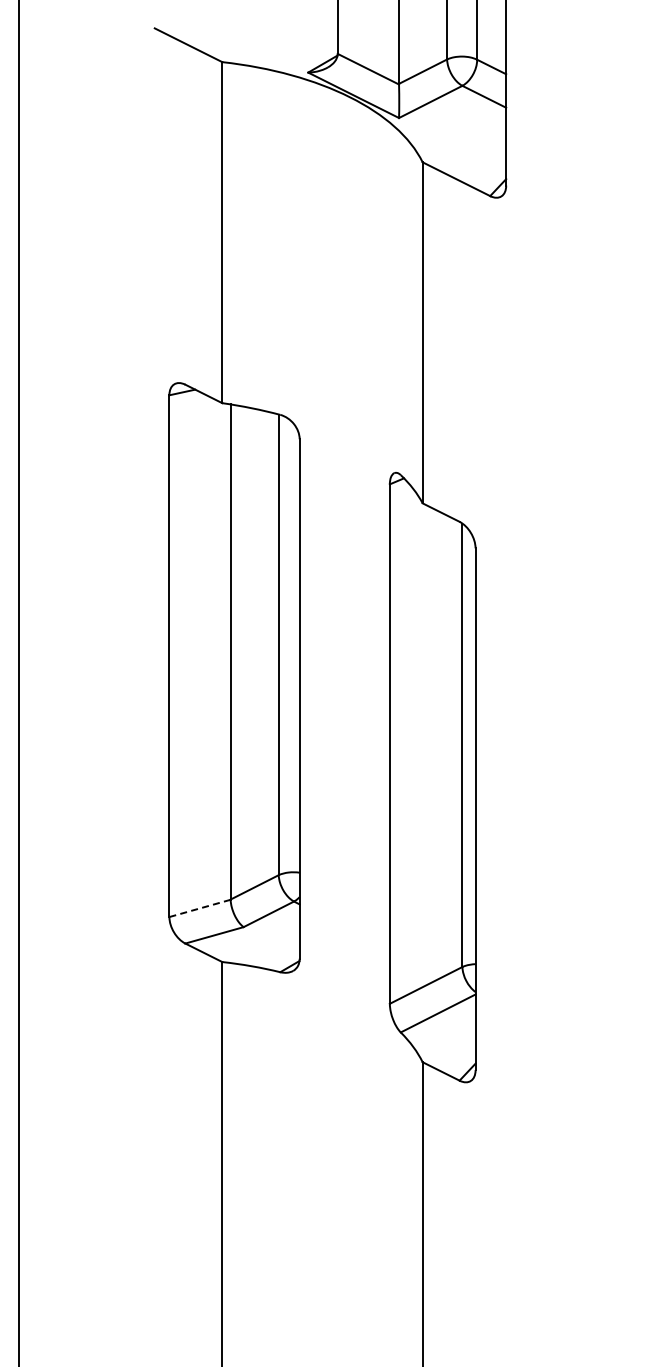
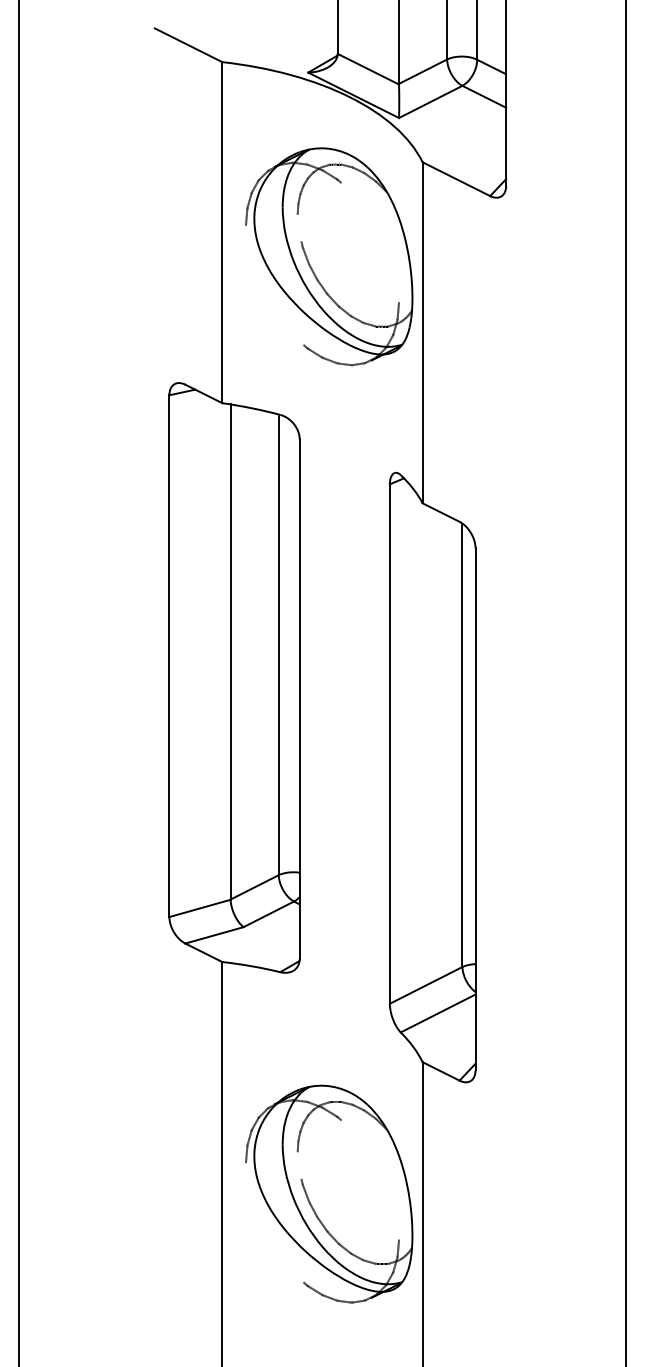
part at (329, 256): none -> present
line at (625, 682): none -> present
line at (200, 908): dashed -> solid
part at (329, 1193): none -> present
